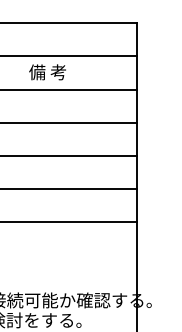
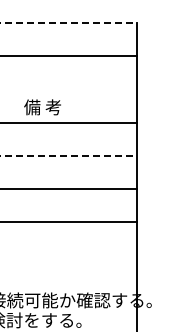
line at (69, 23): solid -> dashed
text at (47, 72) position: (47, 72) -> (42, 107)
line at (69, 89): present -> none
line at (69, 155): solid -> dashed
